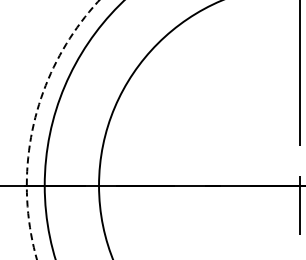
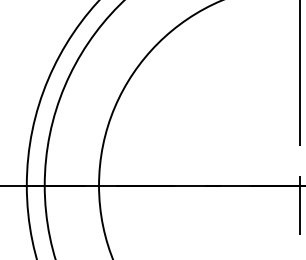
circle at (62, 129): dashed -> solid
